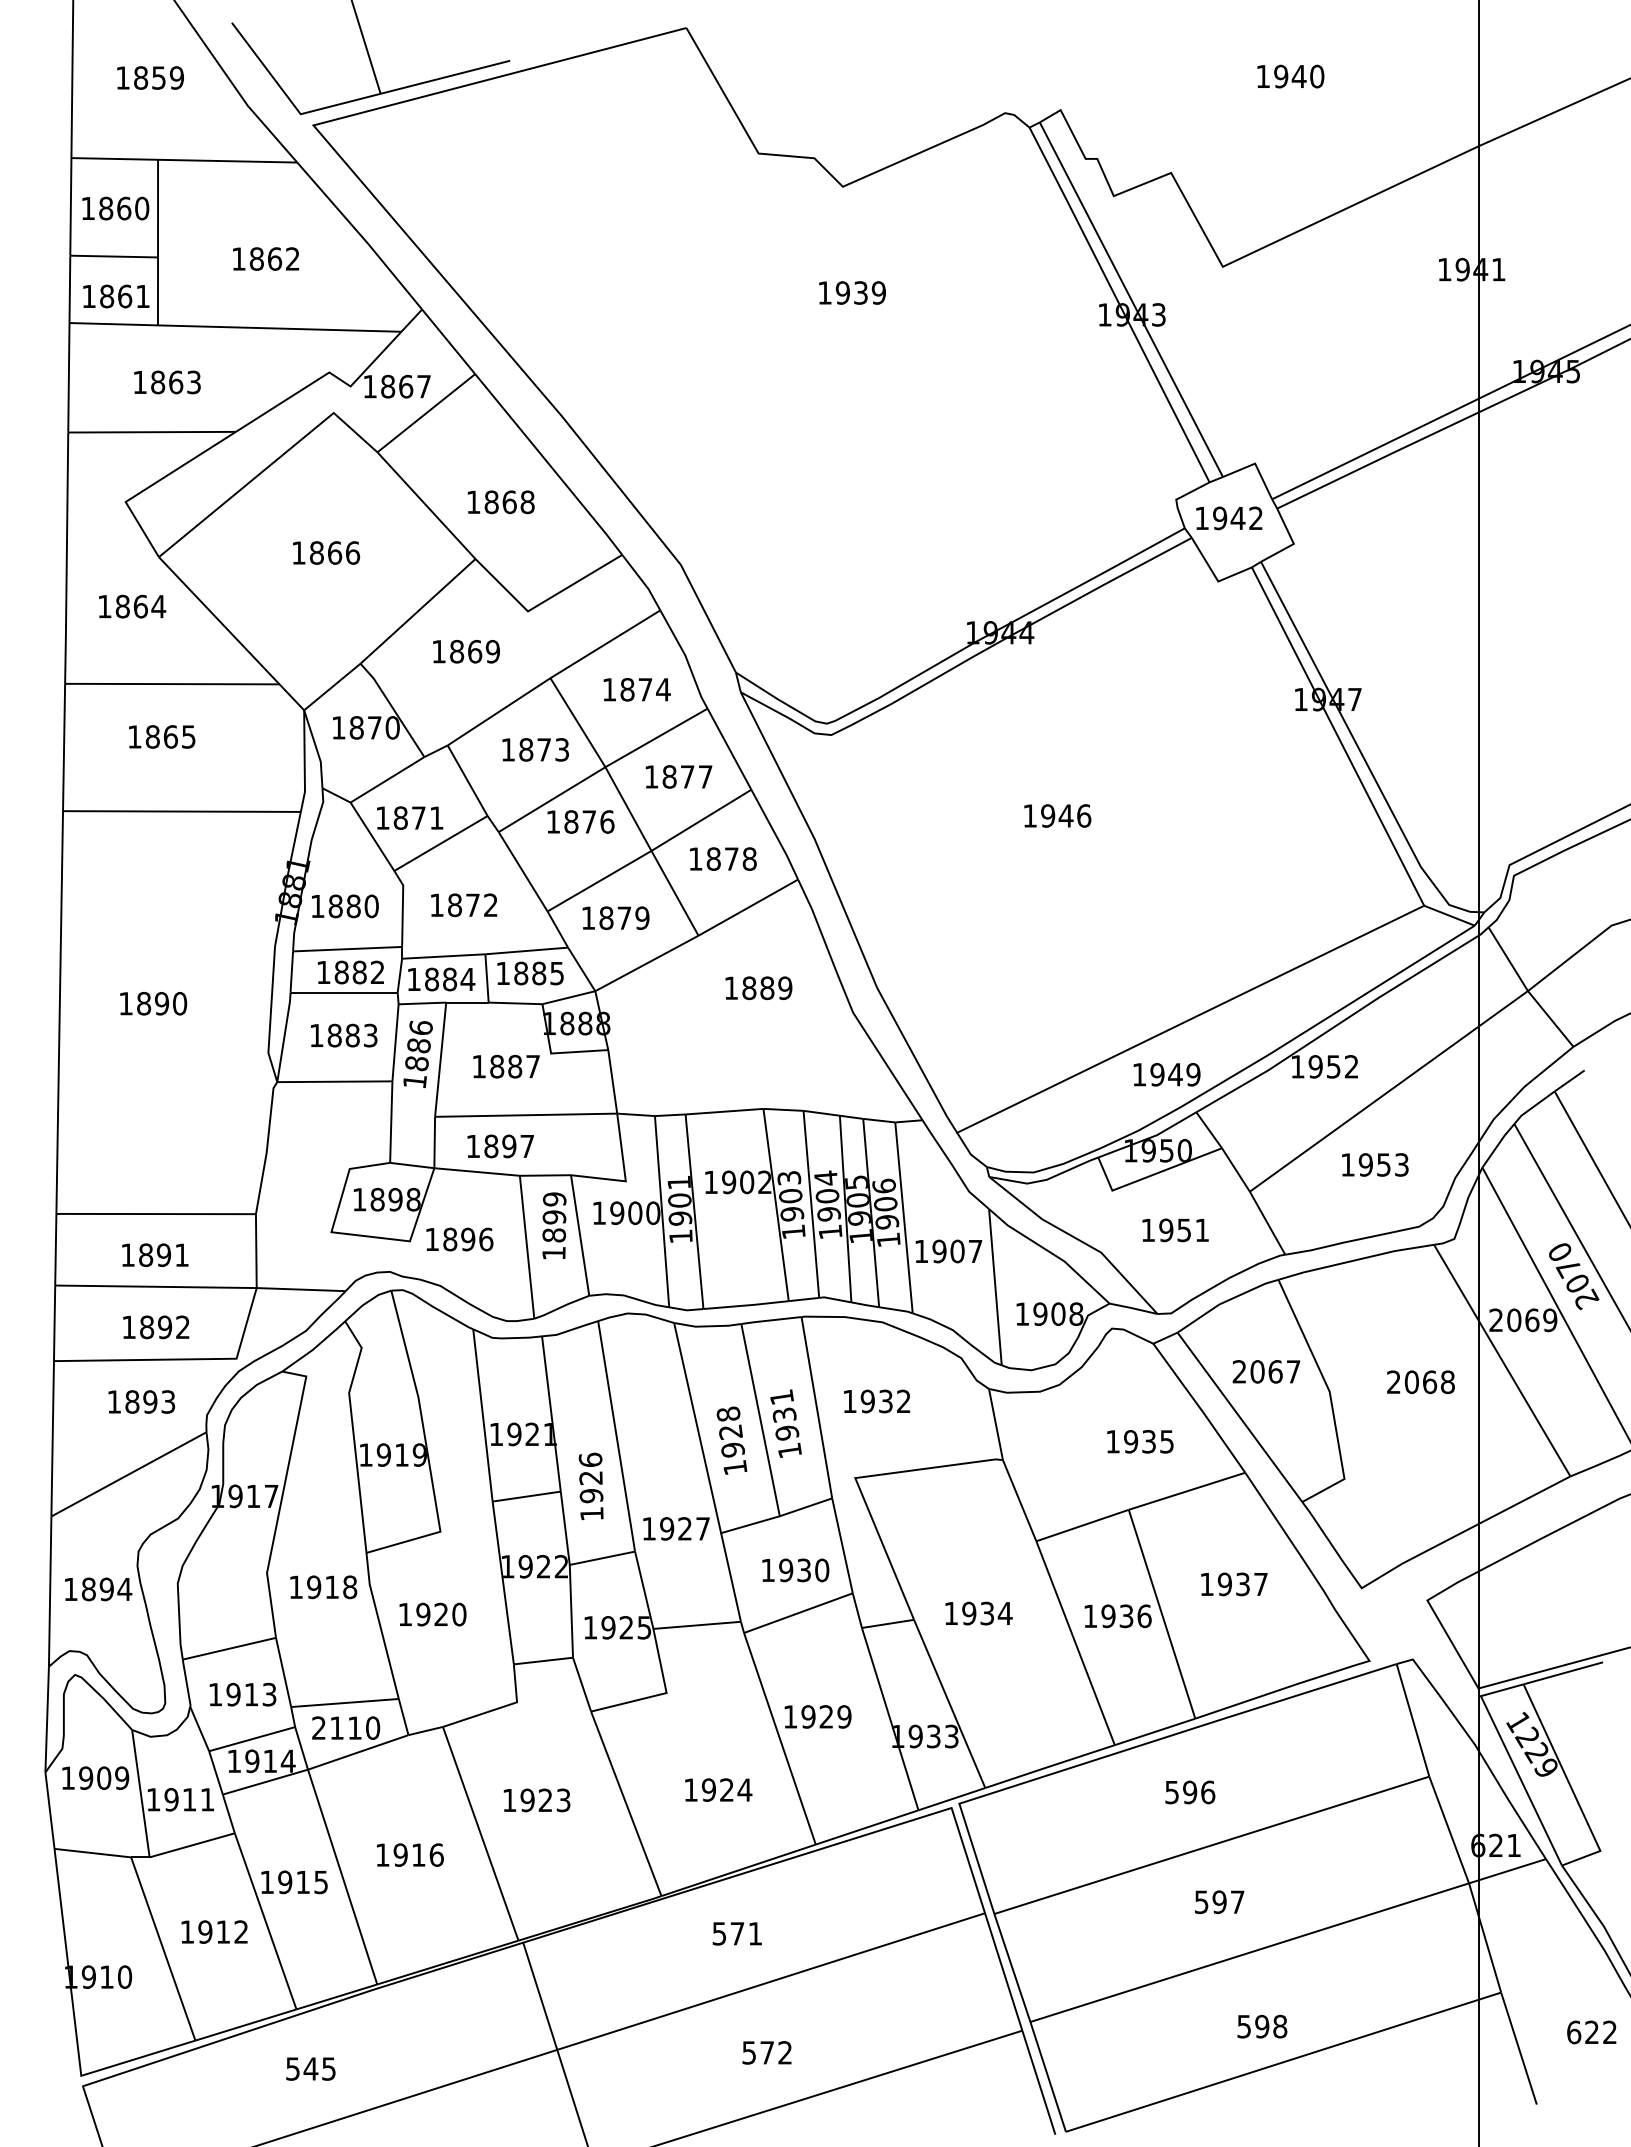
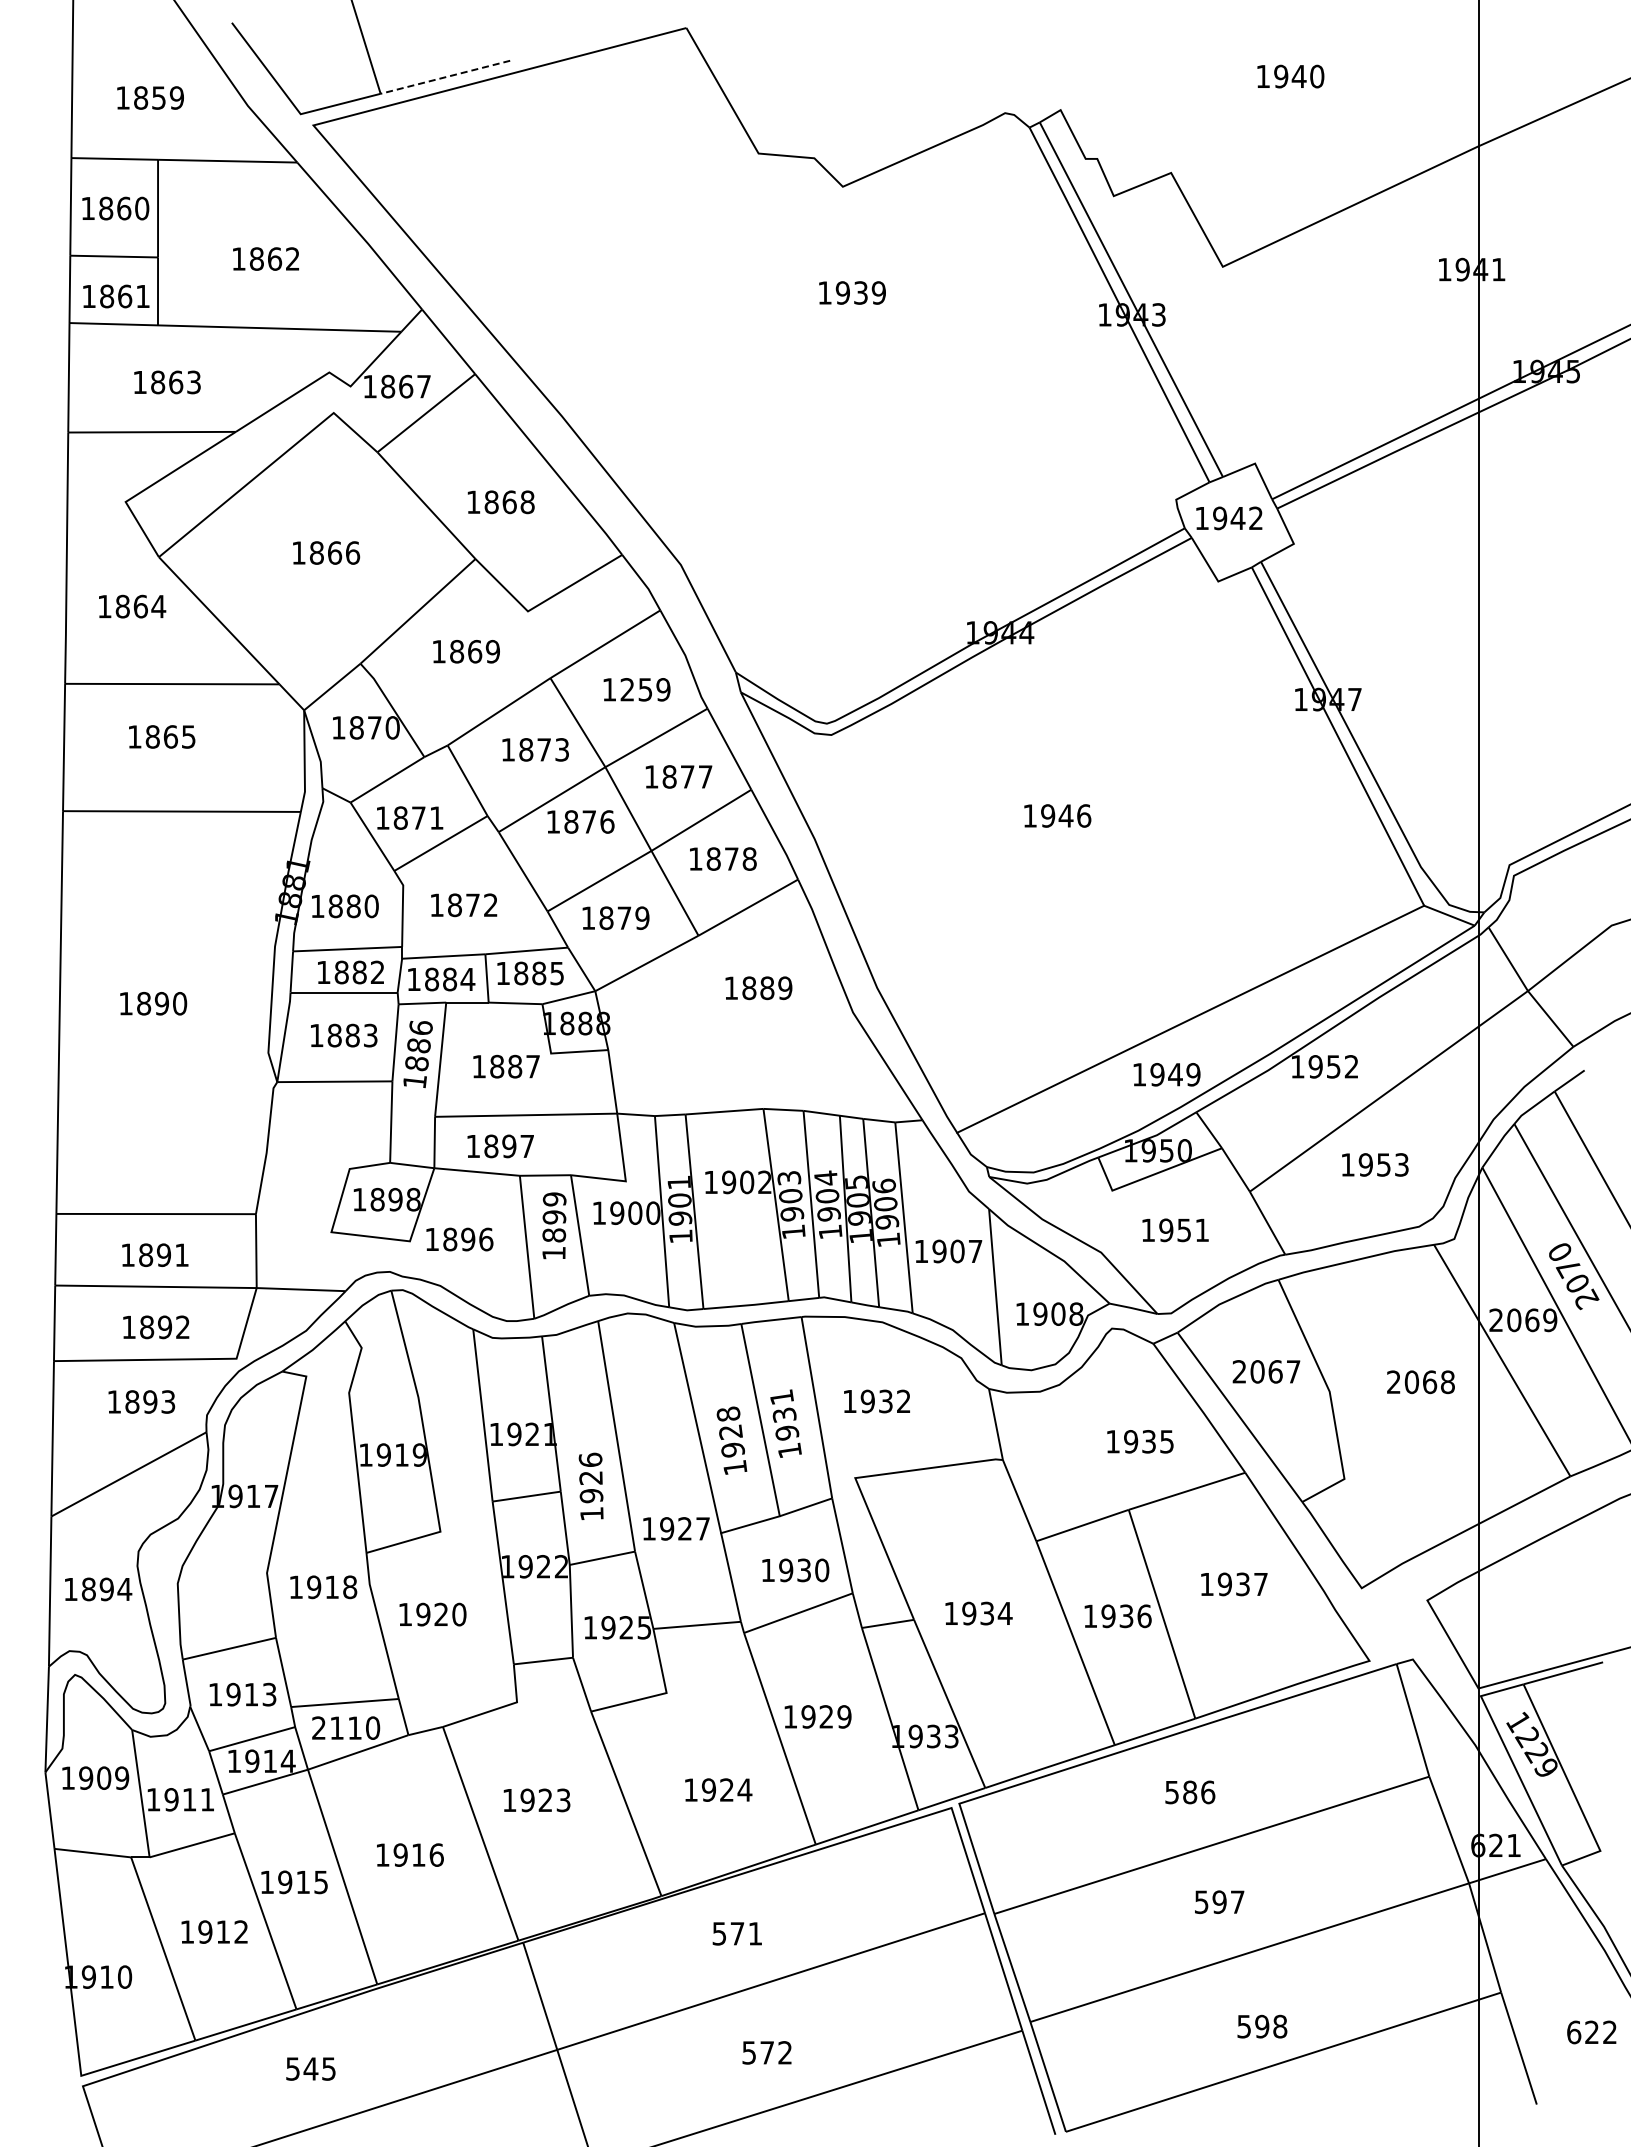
text at (150, 77) position: (150, 77) -> (150, 97)
line at (445, 77): solid -> dashed
text at (645, 689): 1874 -> 1259
text at (1190, 1792): 596 -> 586
